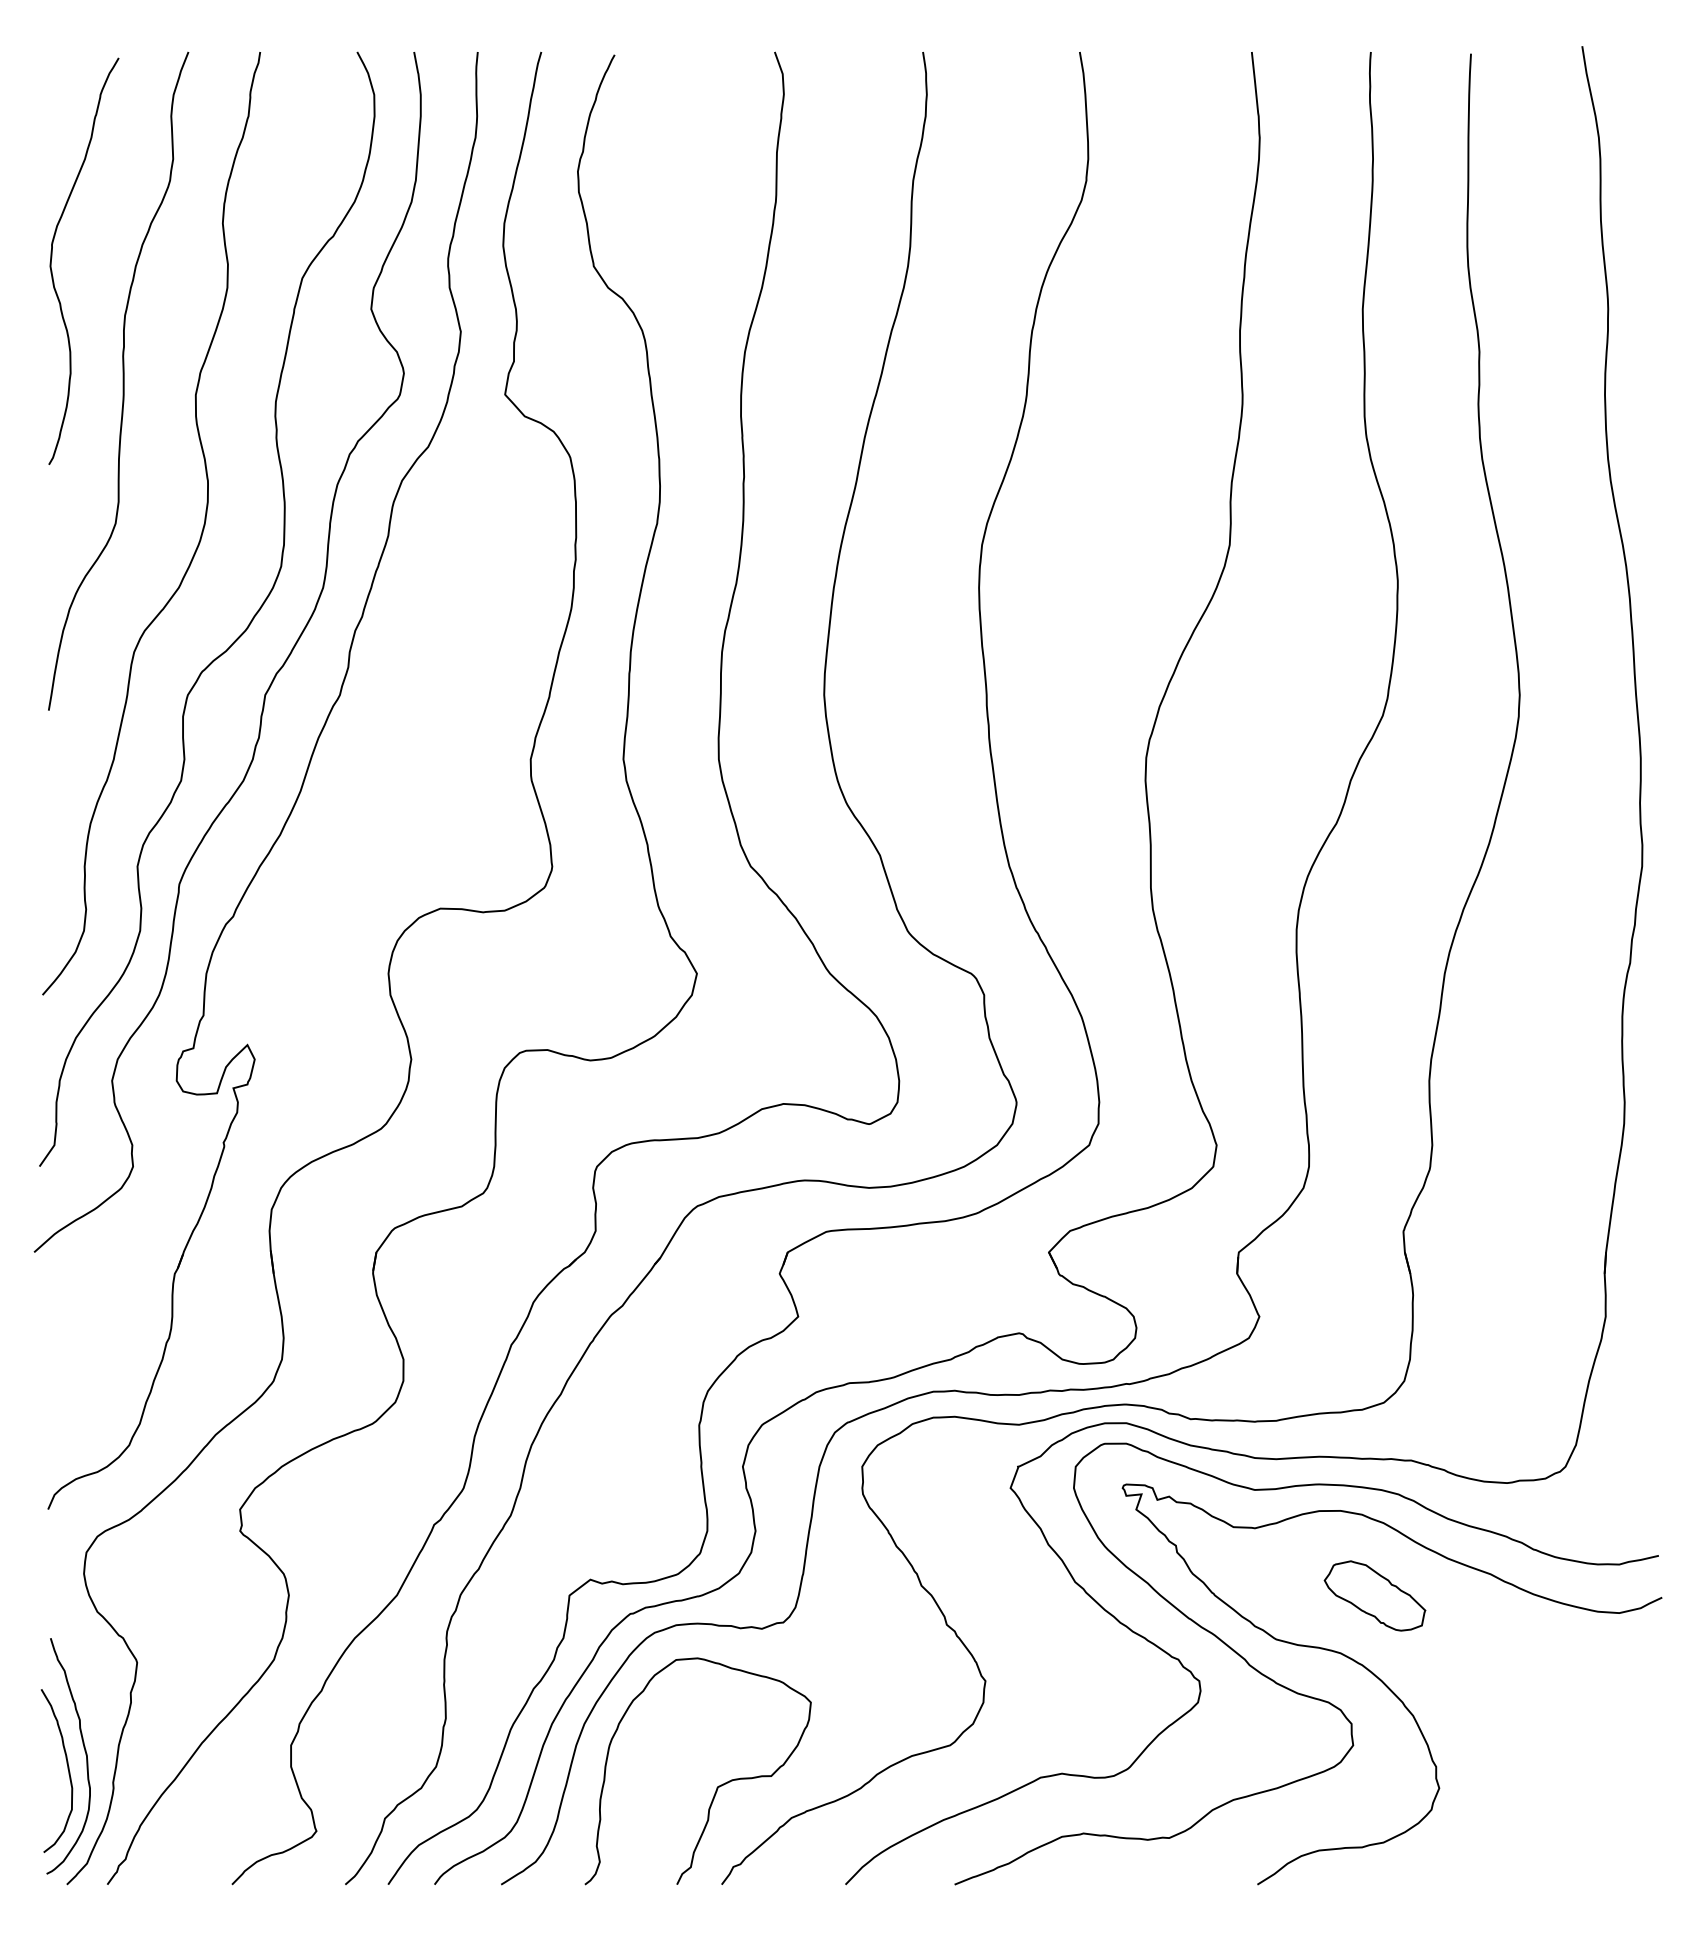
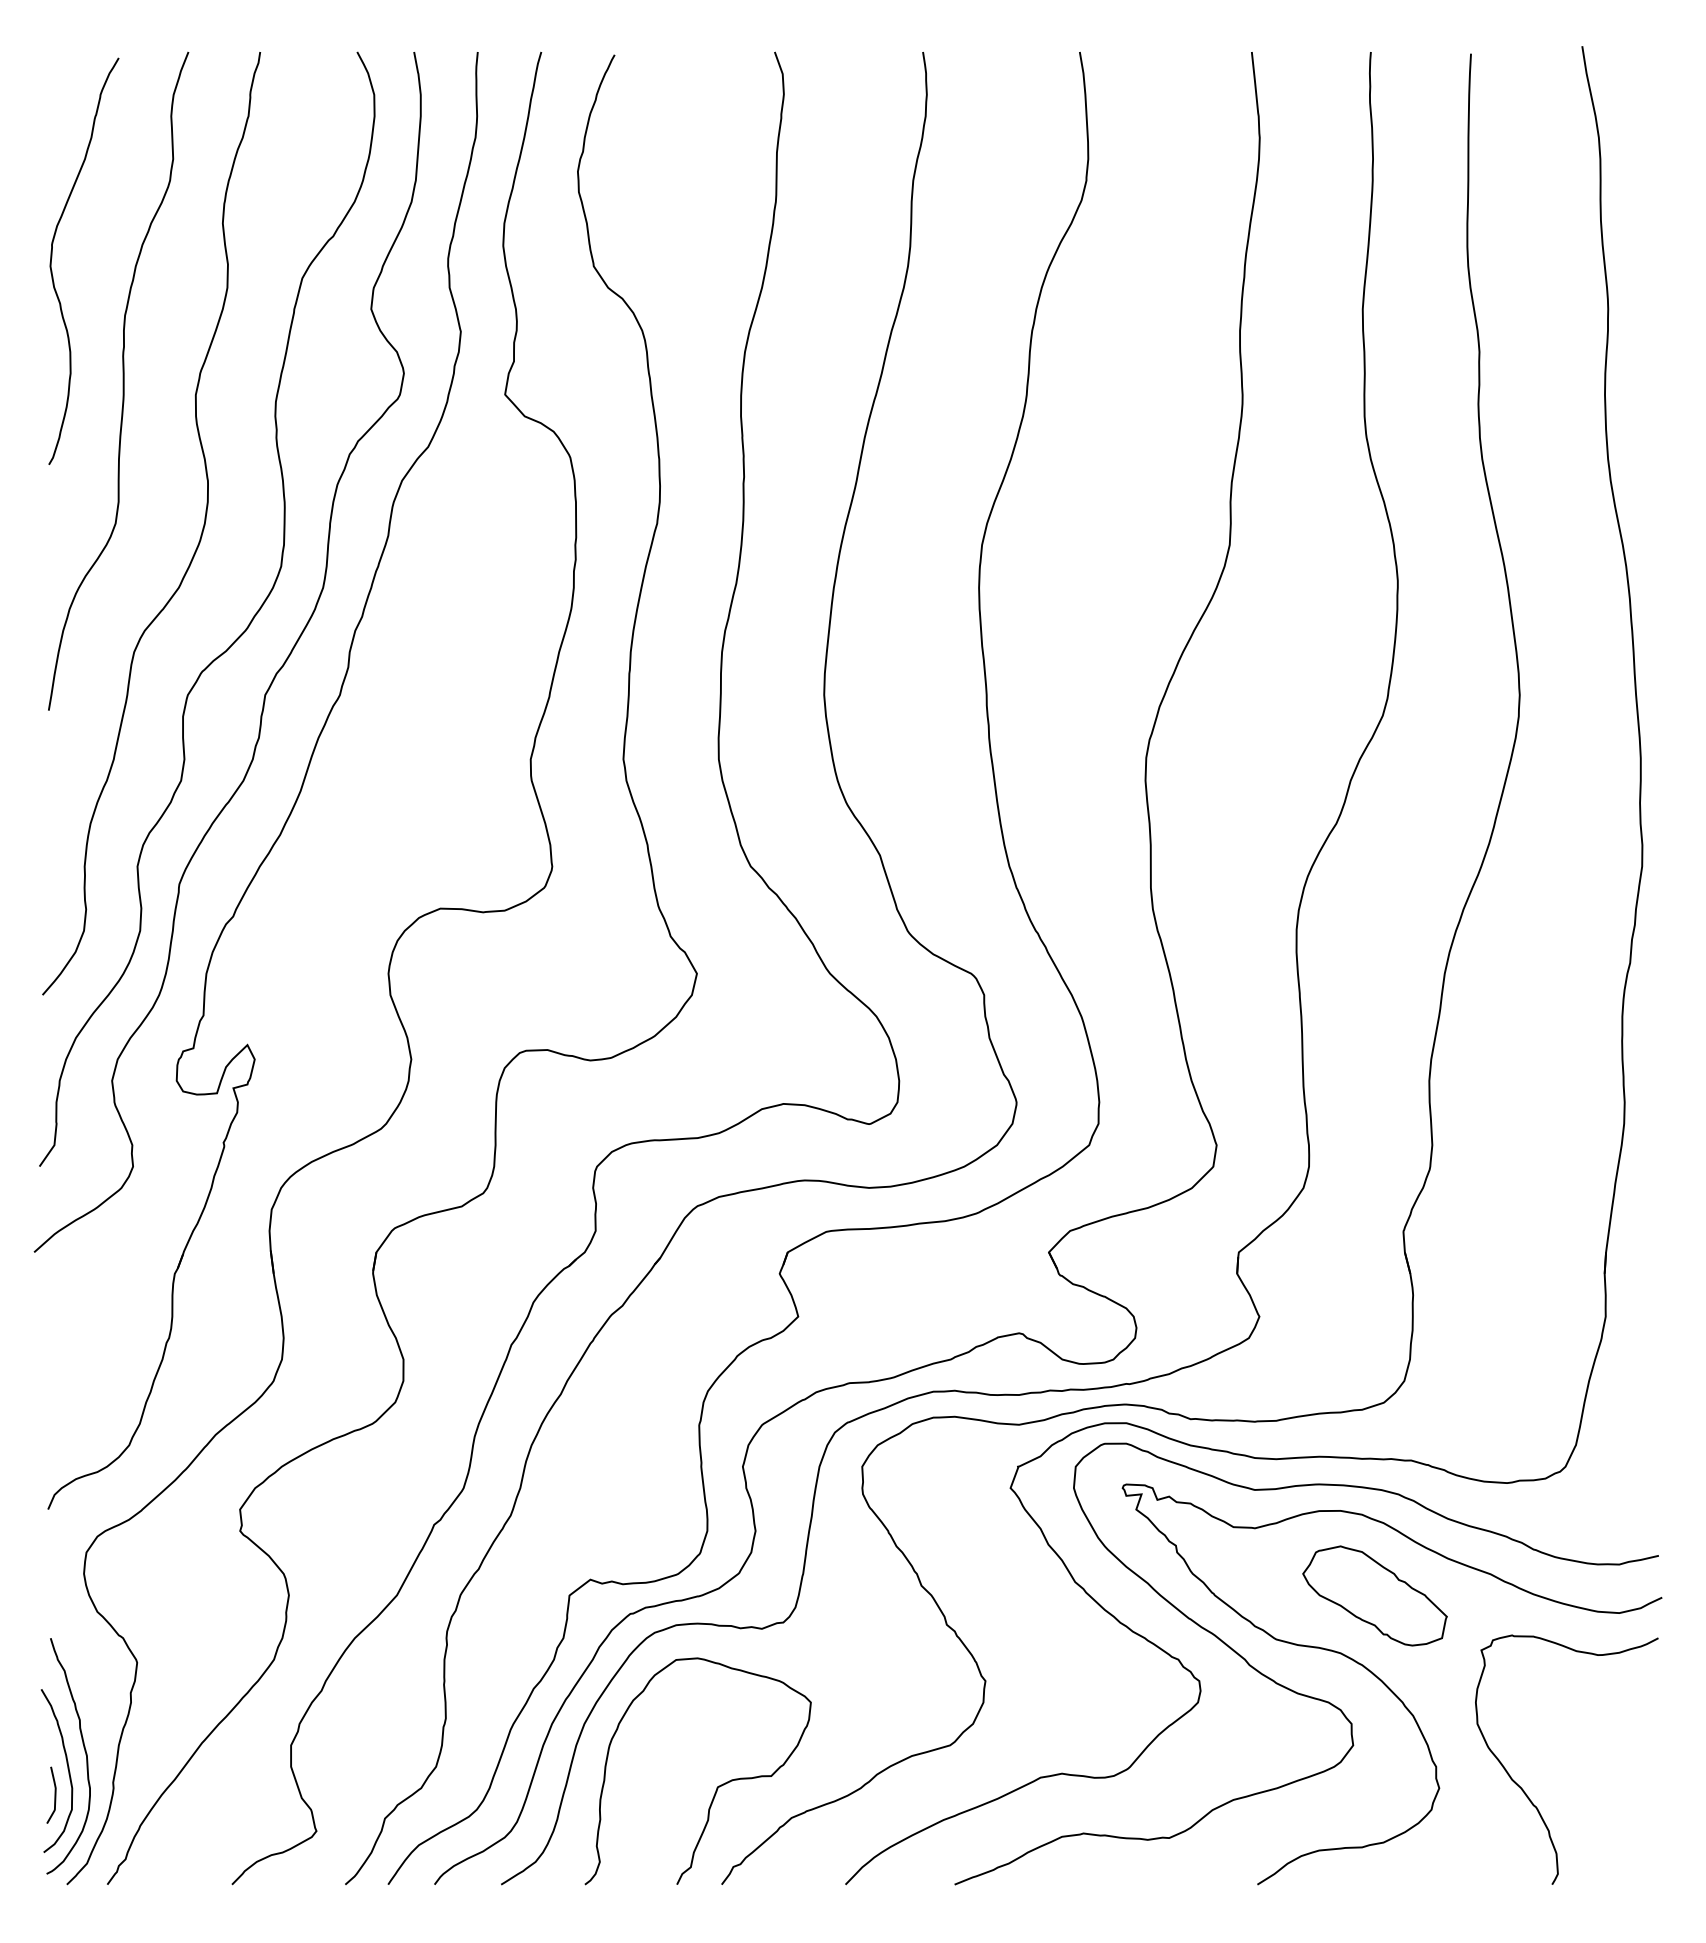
part at (1374, 1595) size: 104x72 px -> 146x102 px
curve at (1524, 1790): none -> present
curve at (54, 1794): none -> present
